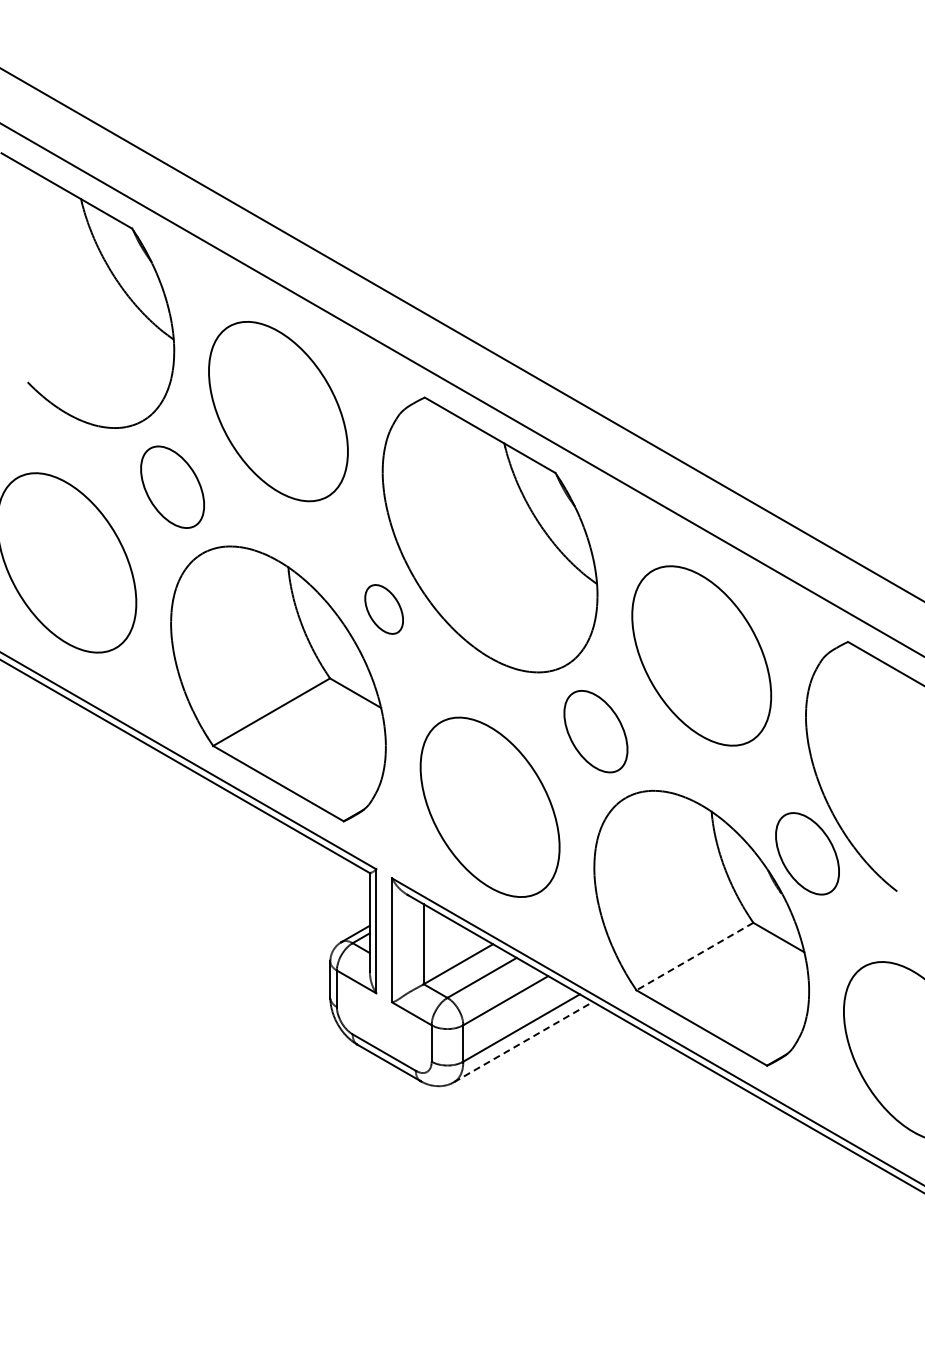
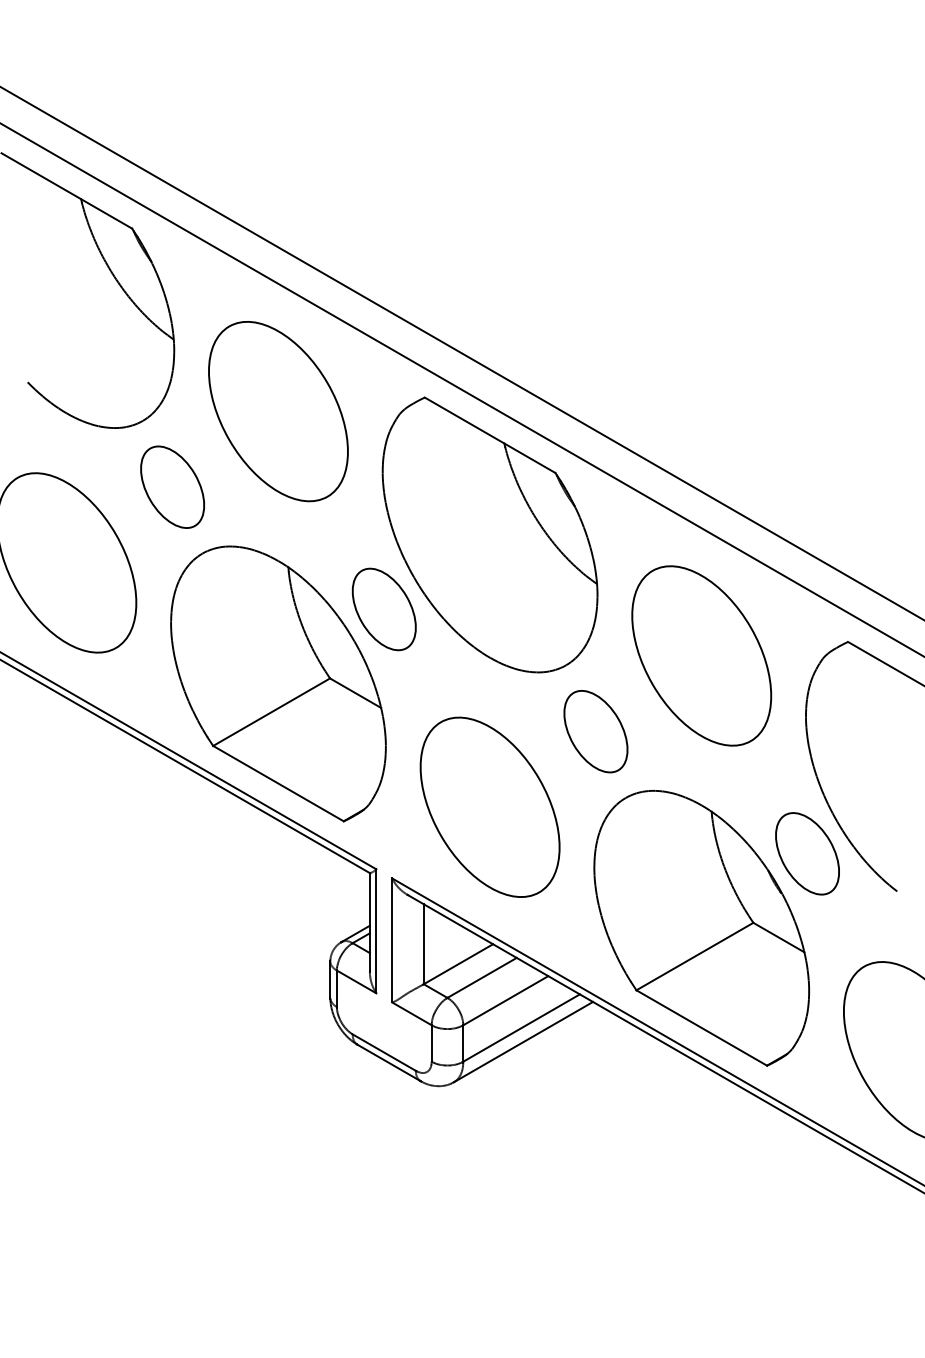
line at (461, 334) position: (461, 334) -> (461, 353)
part at (383, 609) size: 40x51 px -> 66x85 px
line at (694, 956): dashed -> solid
line at (523, 1041): dashed -> solid
